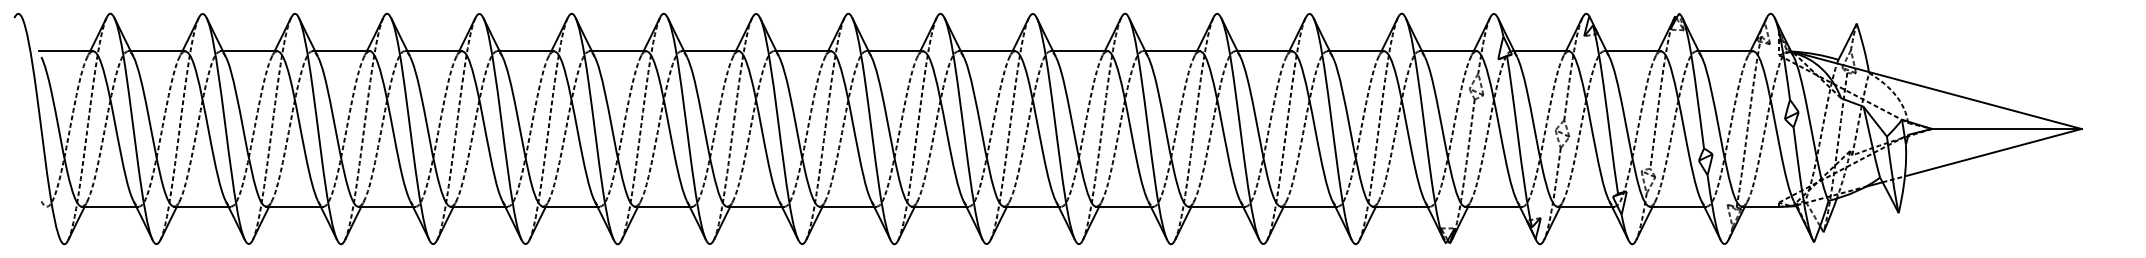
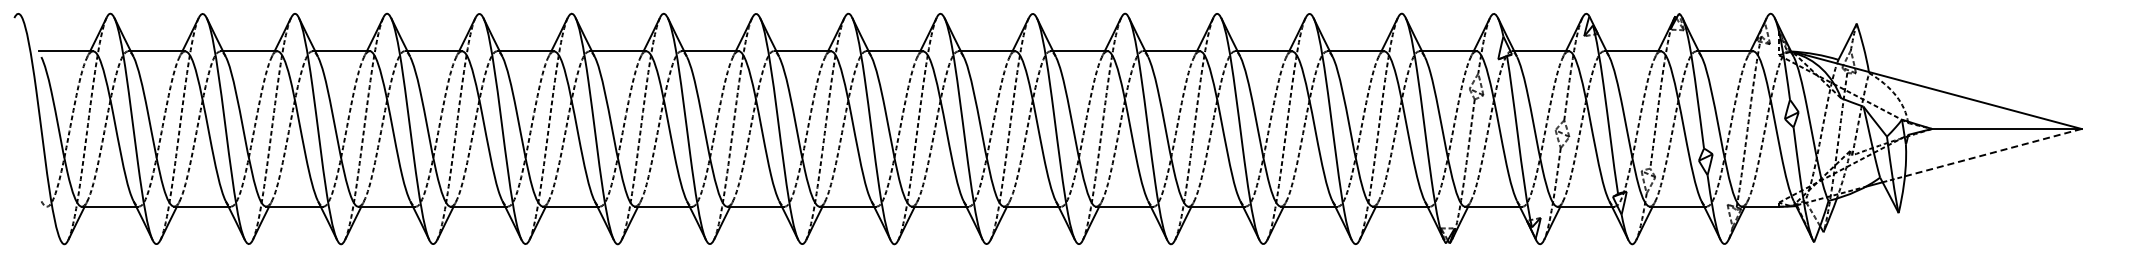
line at (1993, 152): solid -> dashed
